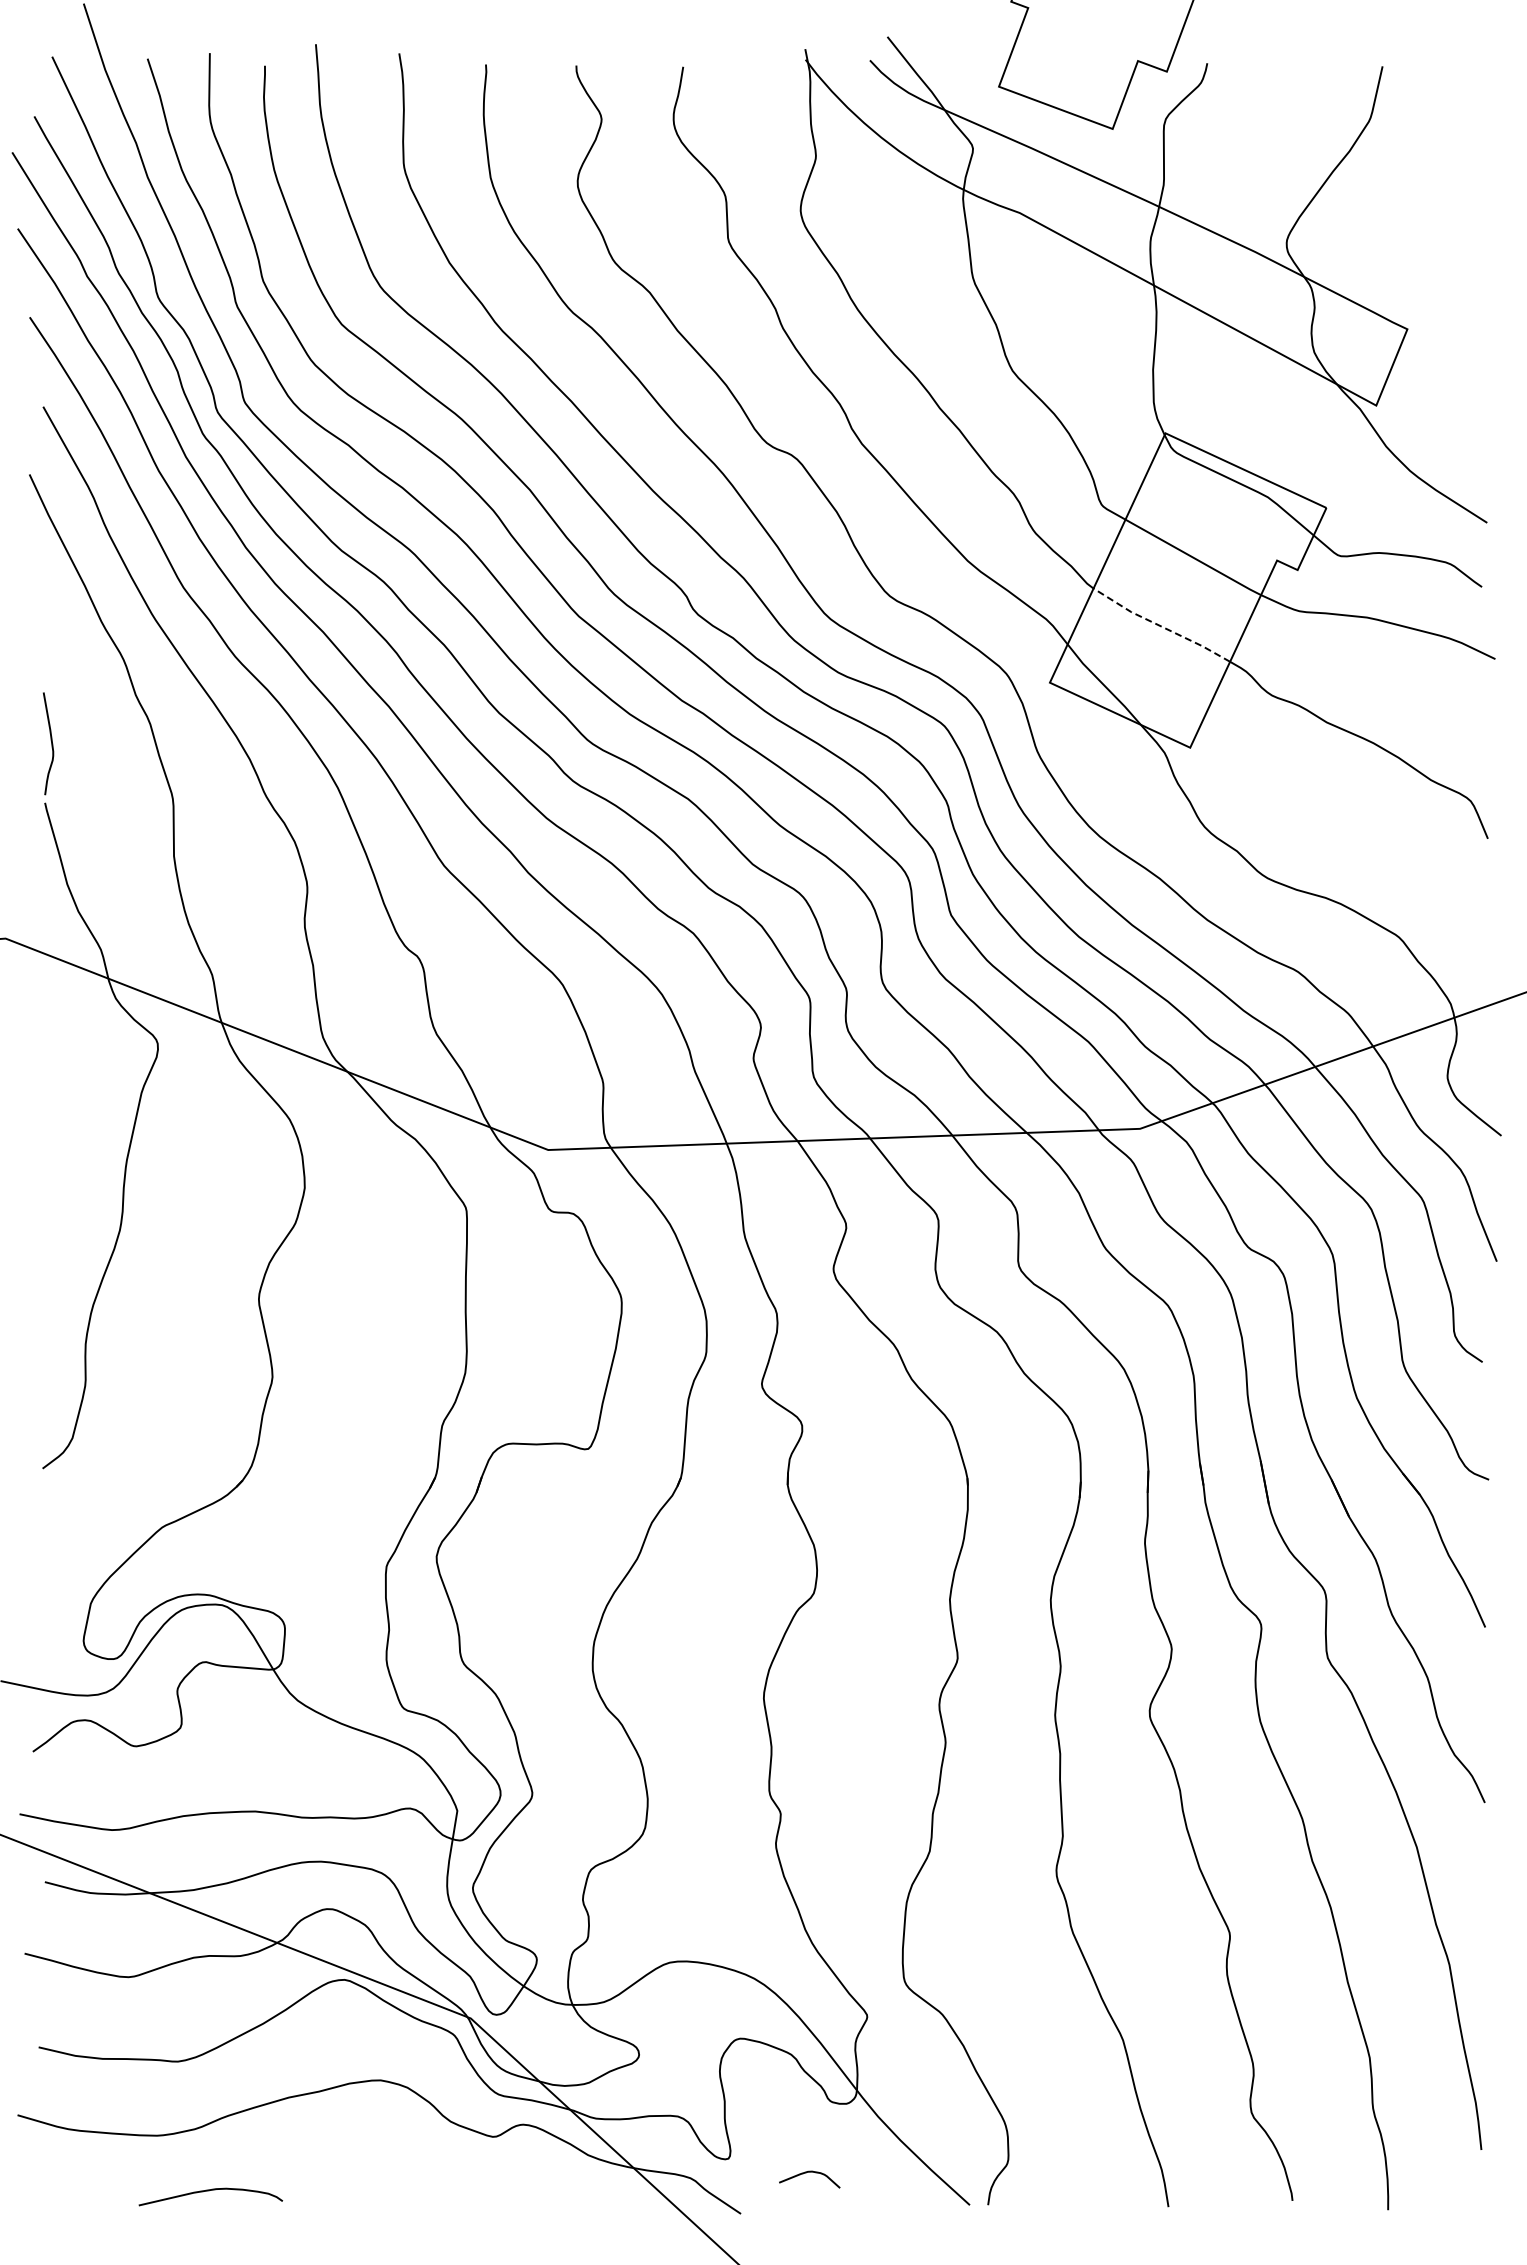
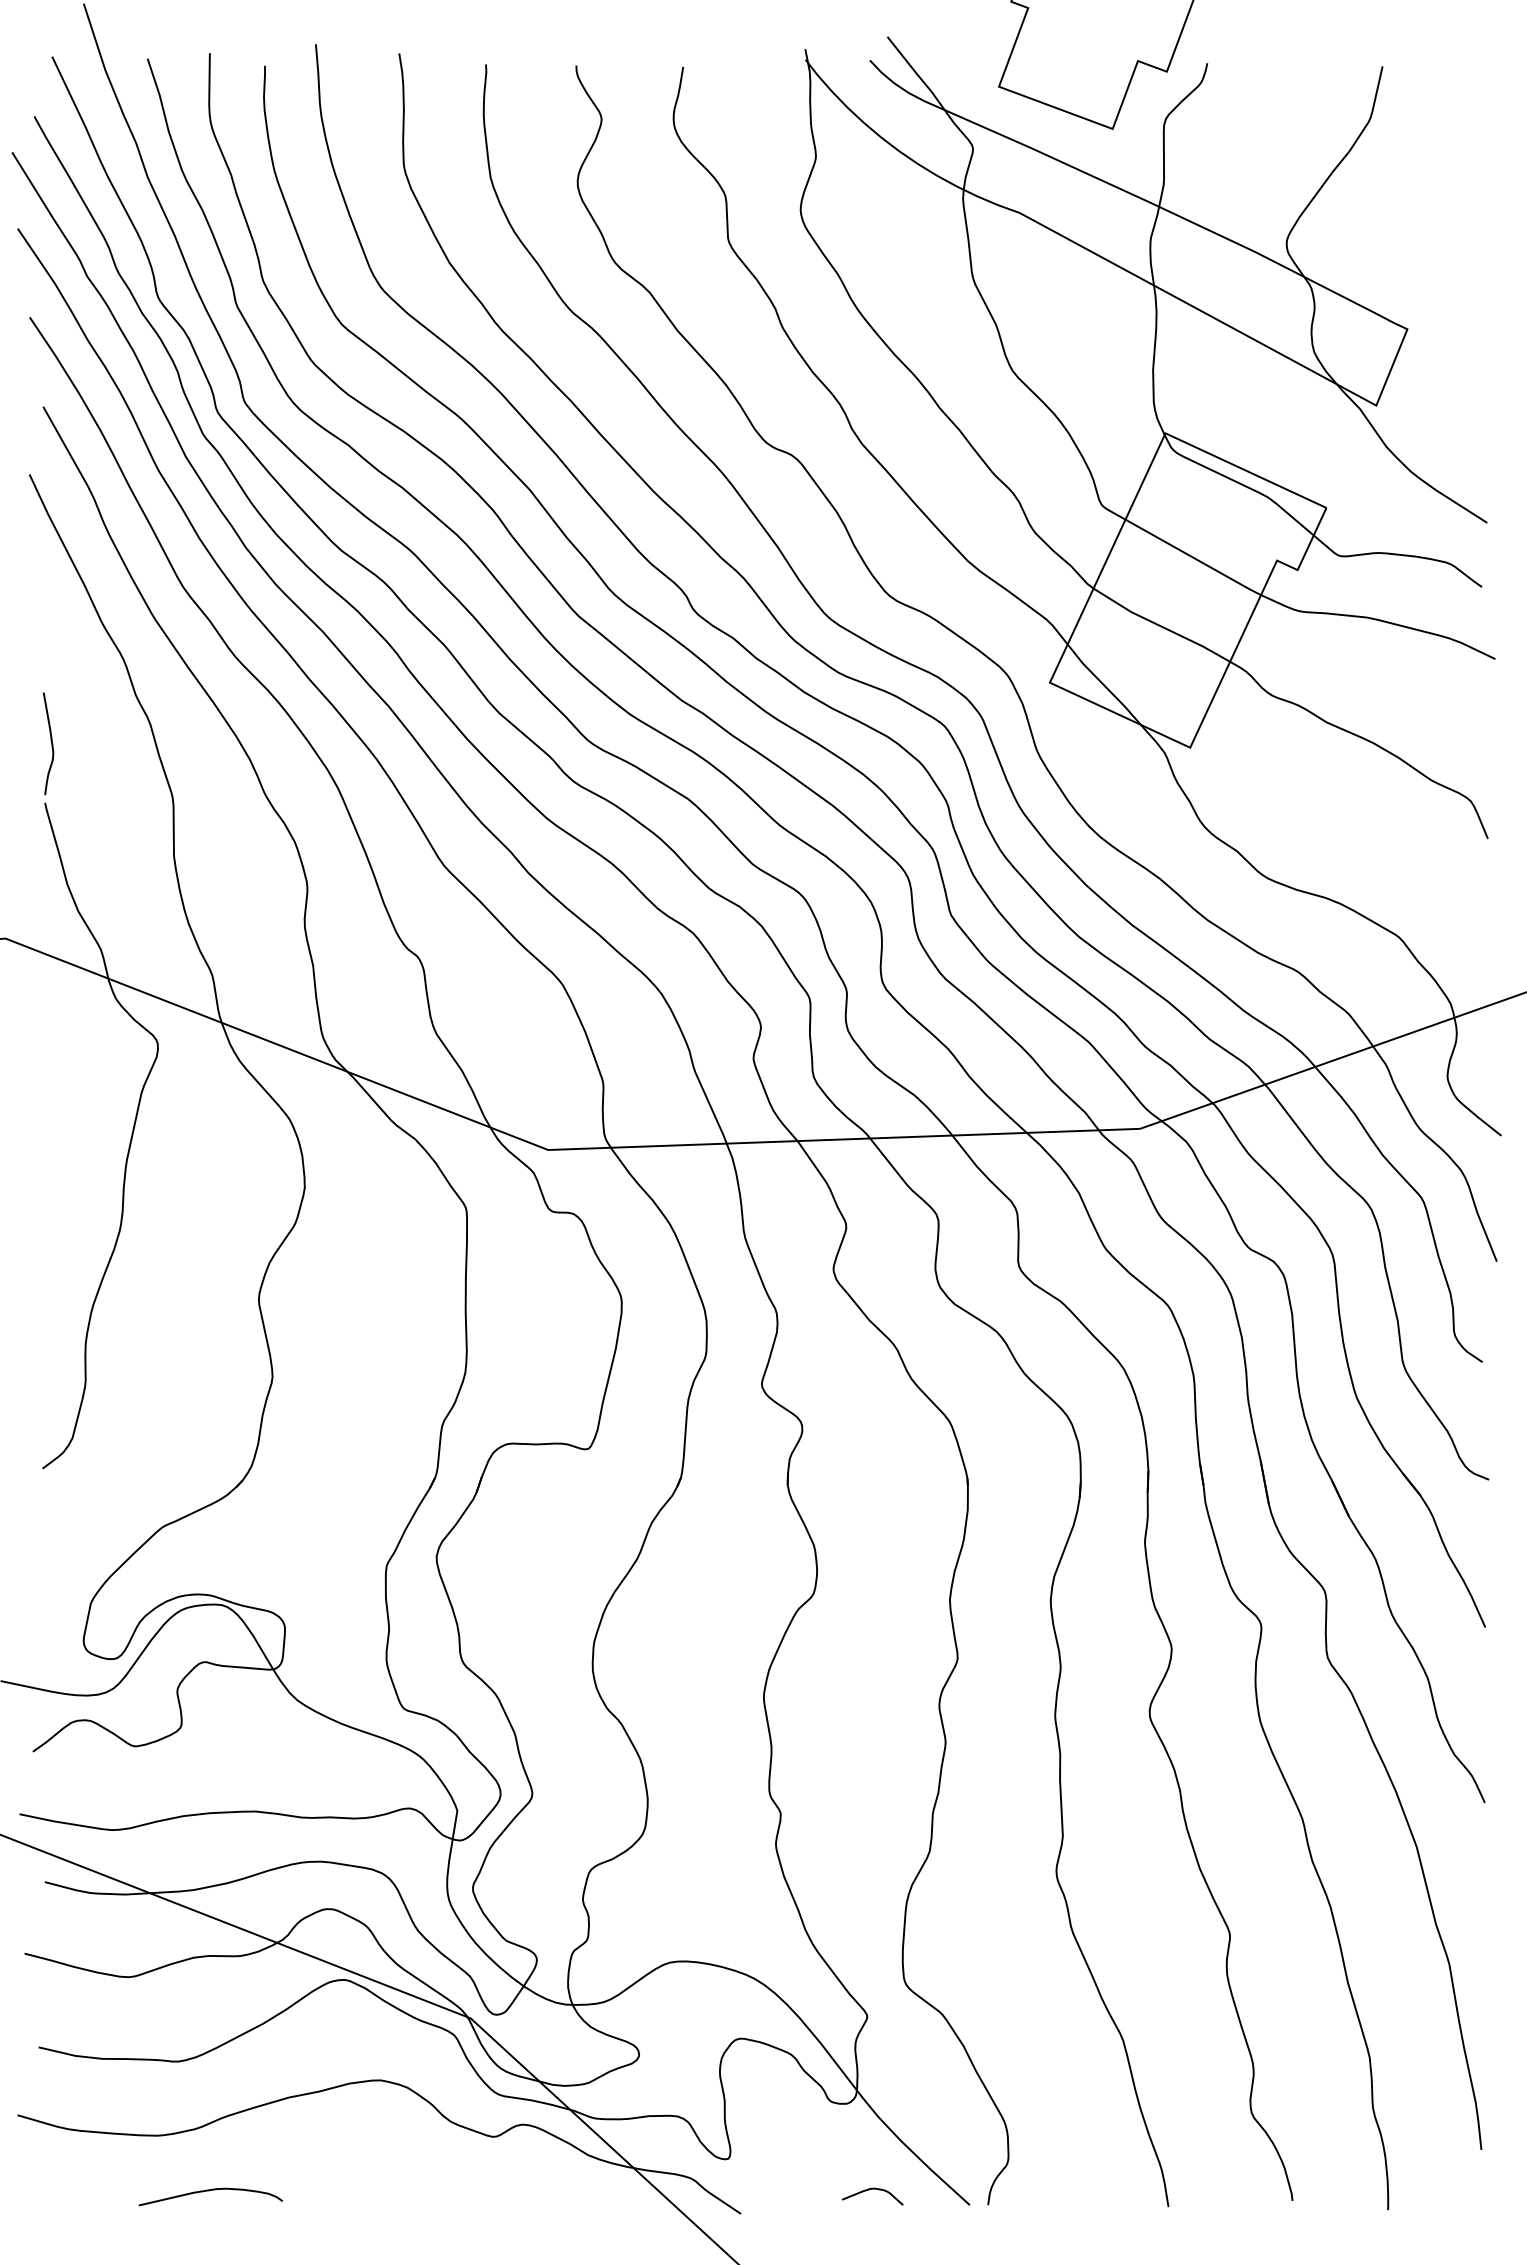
line at (1160, 626): dashed -> solid
curve at (806, 2173) position: (806, 2173) -> (869, 2190)
